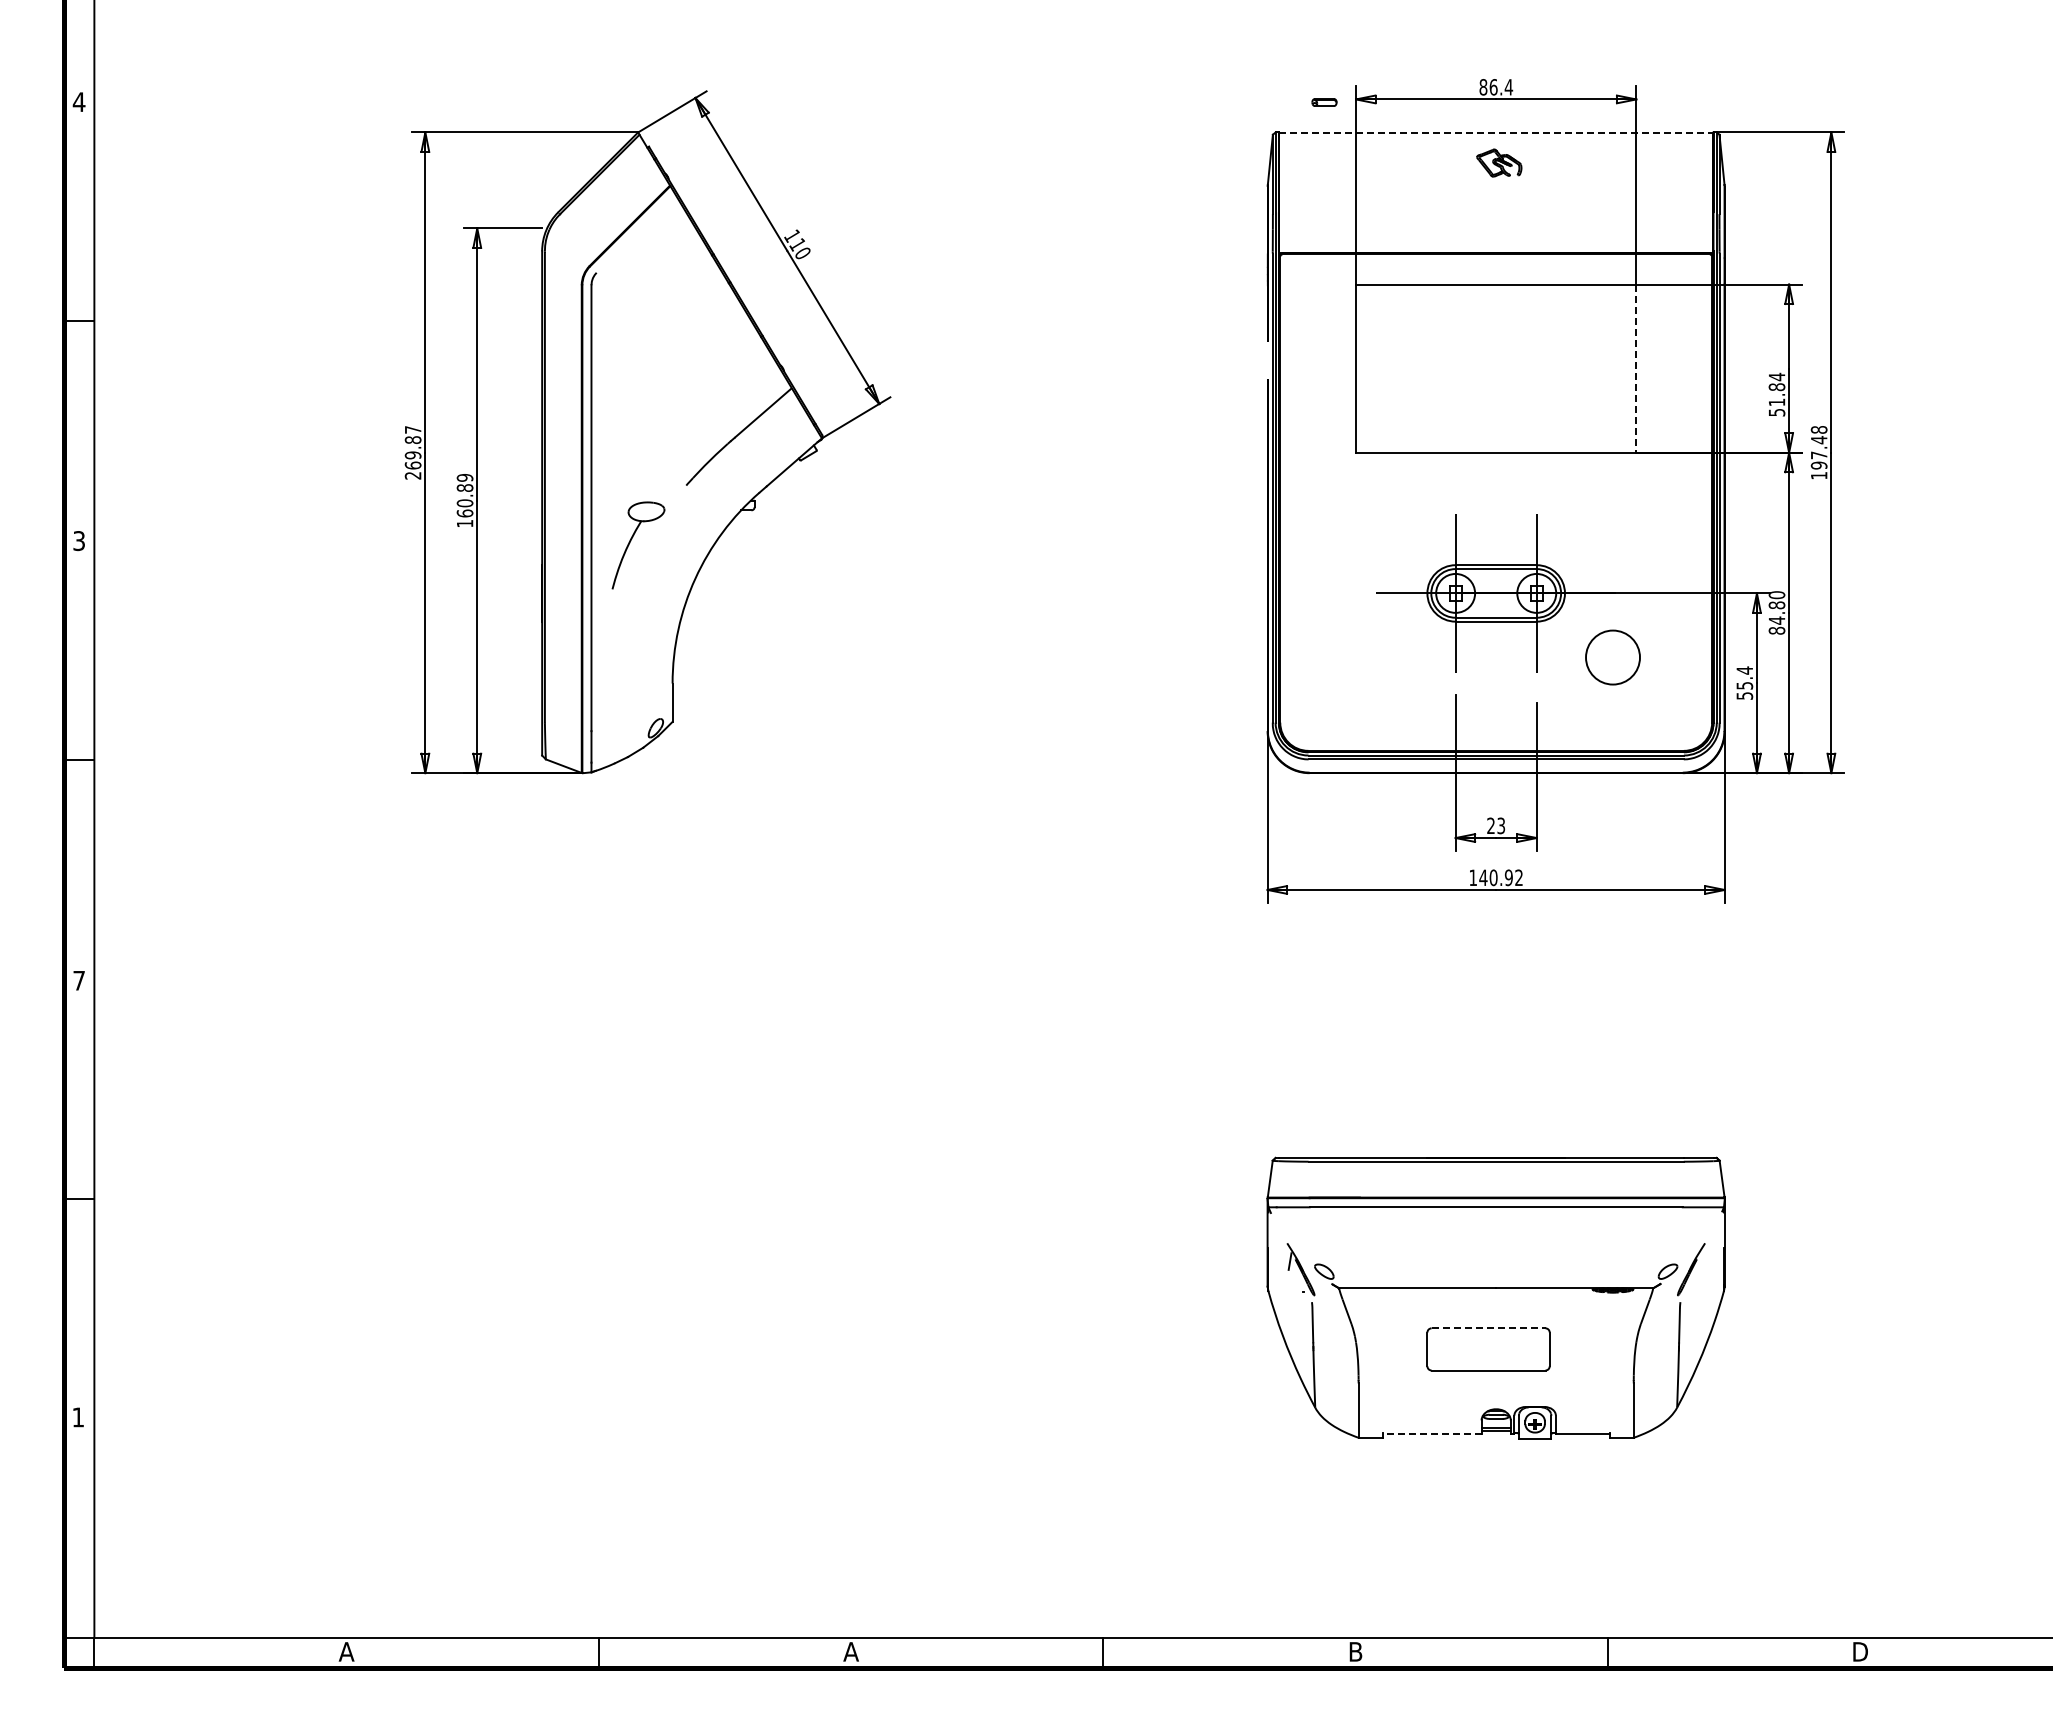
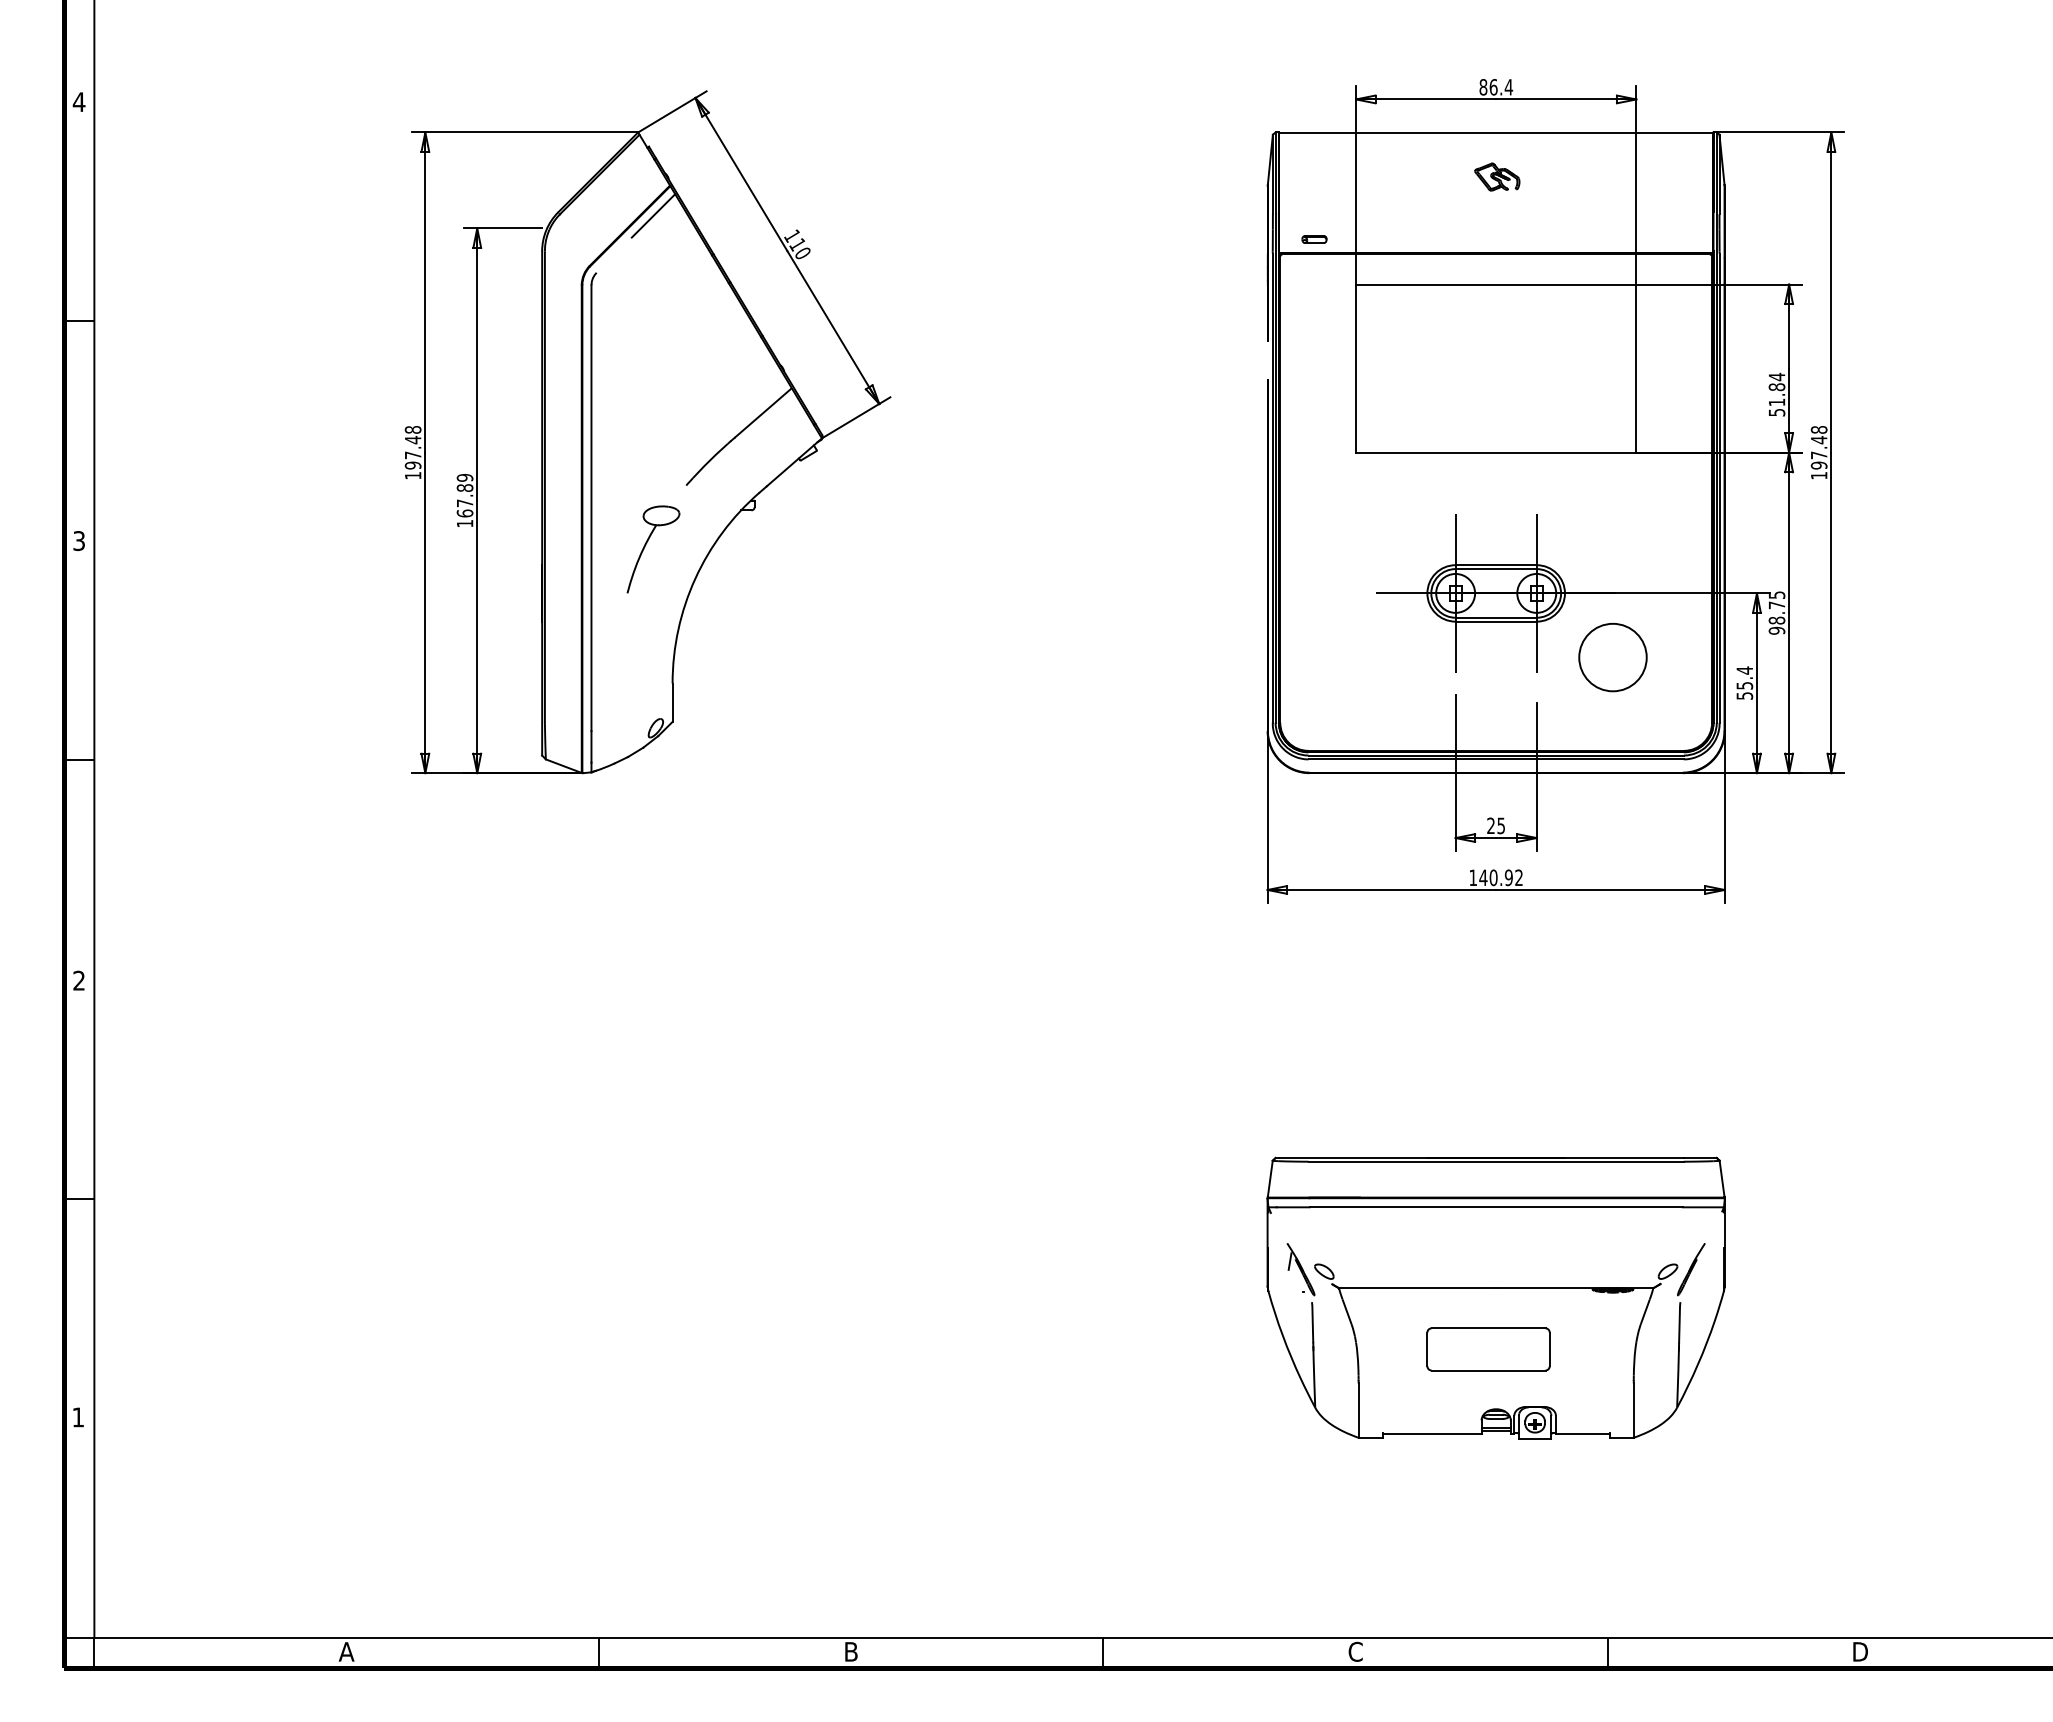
part at (1324, 102) position: (1324, 102) -> (1314, 239)
line at (1496, 132): dashed -> solid
part at (1499, 162) position: (1499, 162) -> (1497, 176)
line at (653, 215): none -> present
line at (1636, 369): dashed -> solid
text at (412, 452): 269.87 -> 197.48
text at (464, 503): 160.89 -> 167.89
part at (631, 541) position: (631, 541) -> (646, 545)
text at (1776, 612): 84.80 -> 98.75
circle at (1613, 657) diameter: 54 px -> 67 px
text at (1501, 825): 23 -> 25
text at (78, 980): 7 -> 2
line at (1488, 1328): dashed -> solid
line at (1431, 1434): dashed -> solid
text at (850, 1651): A -> B
text at (1355, 1651): B -> C
